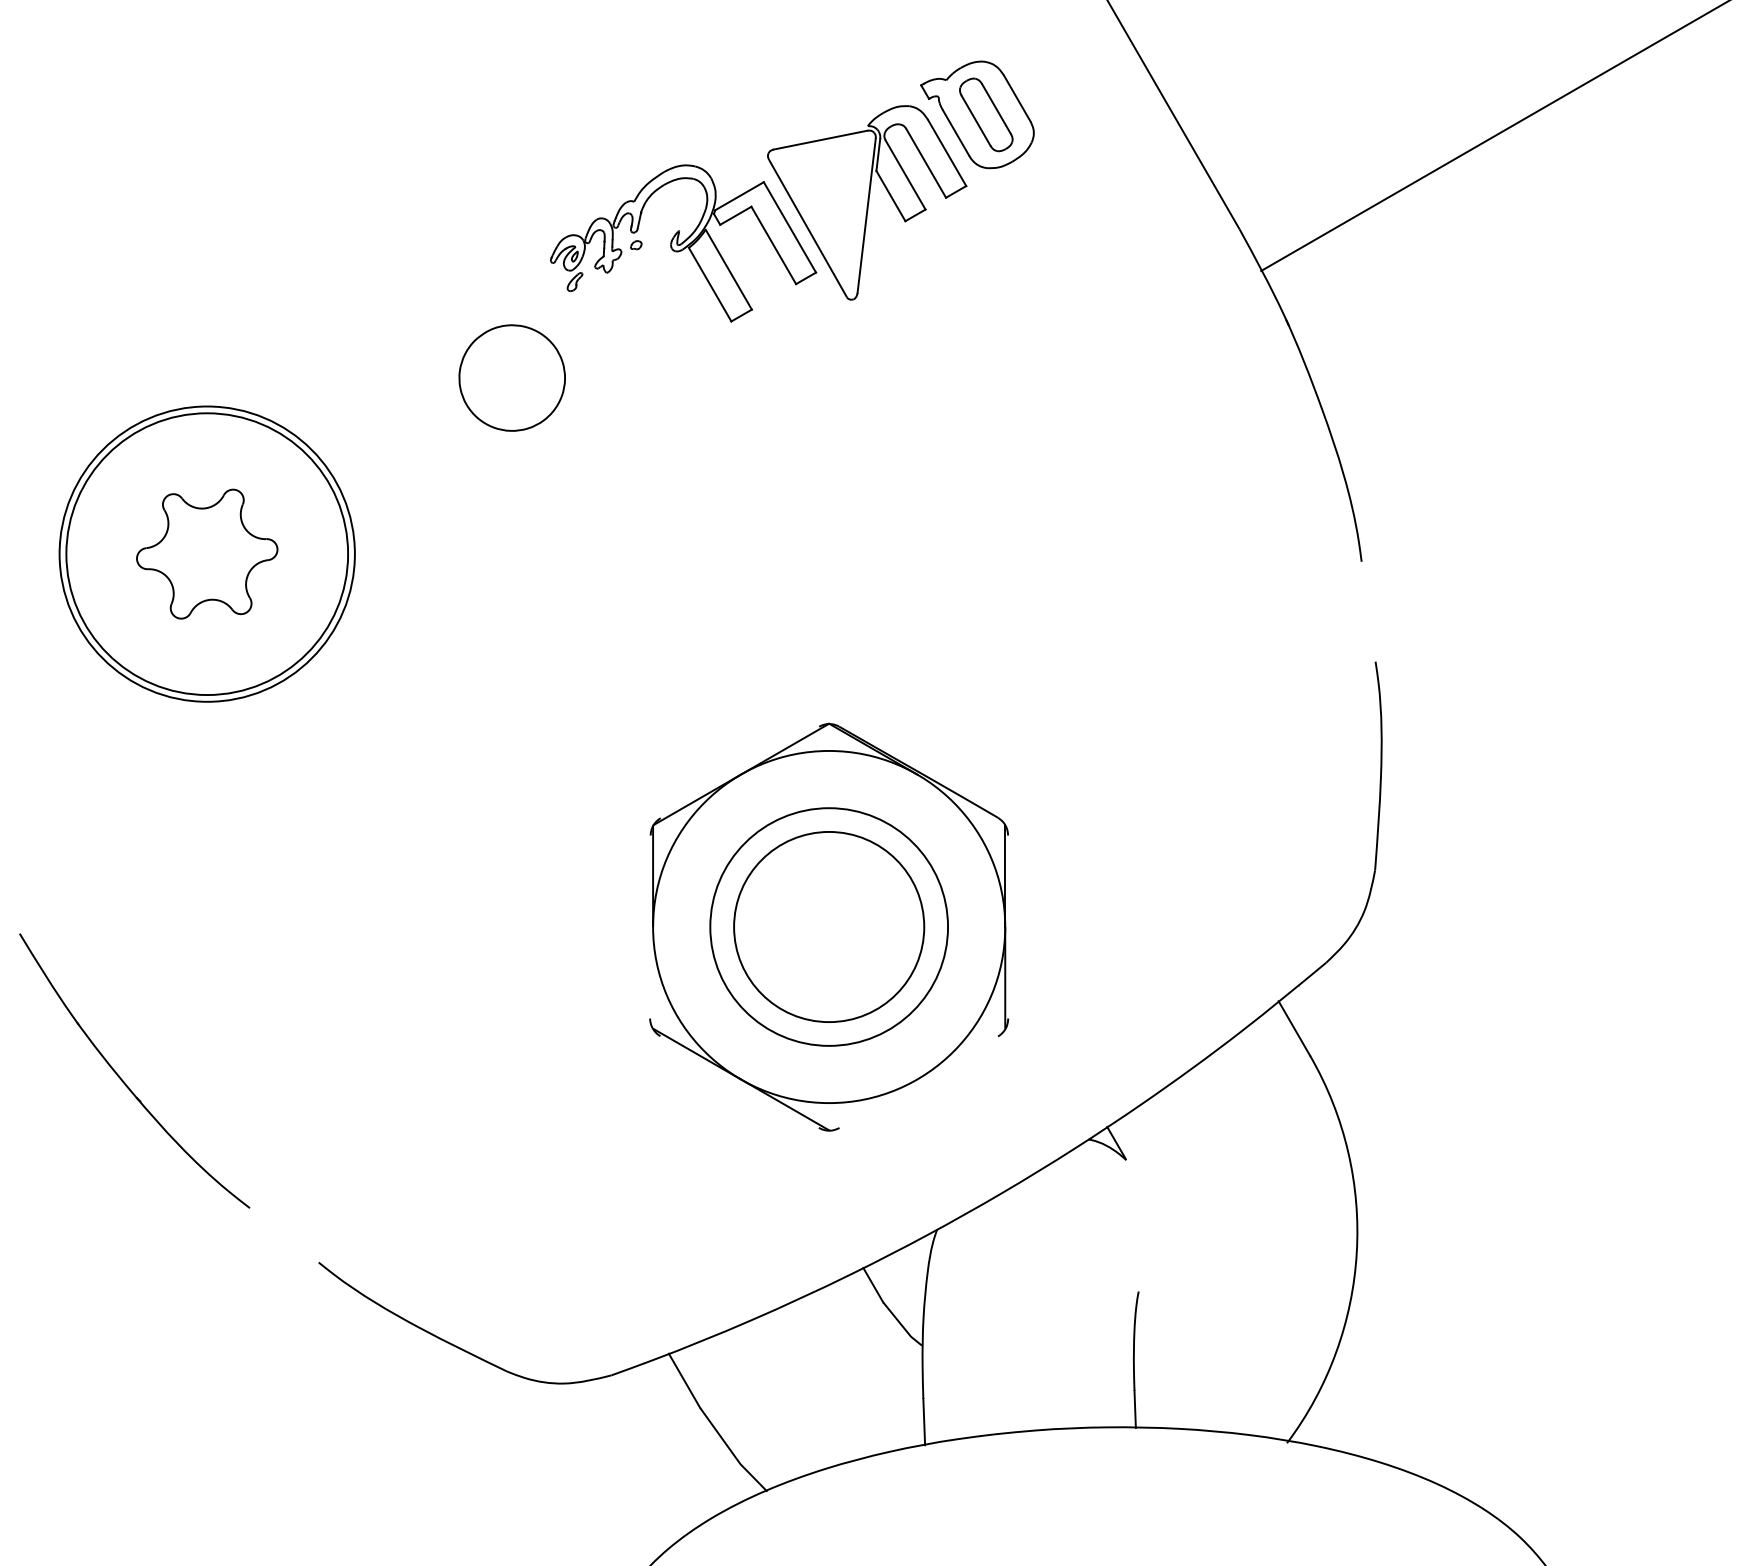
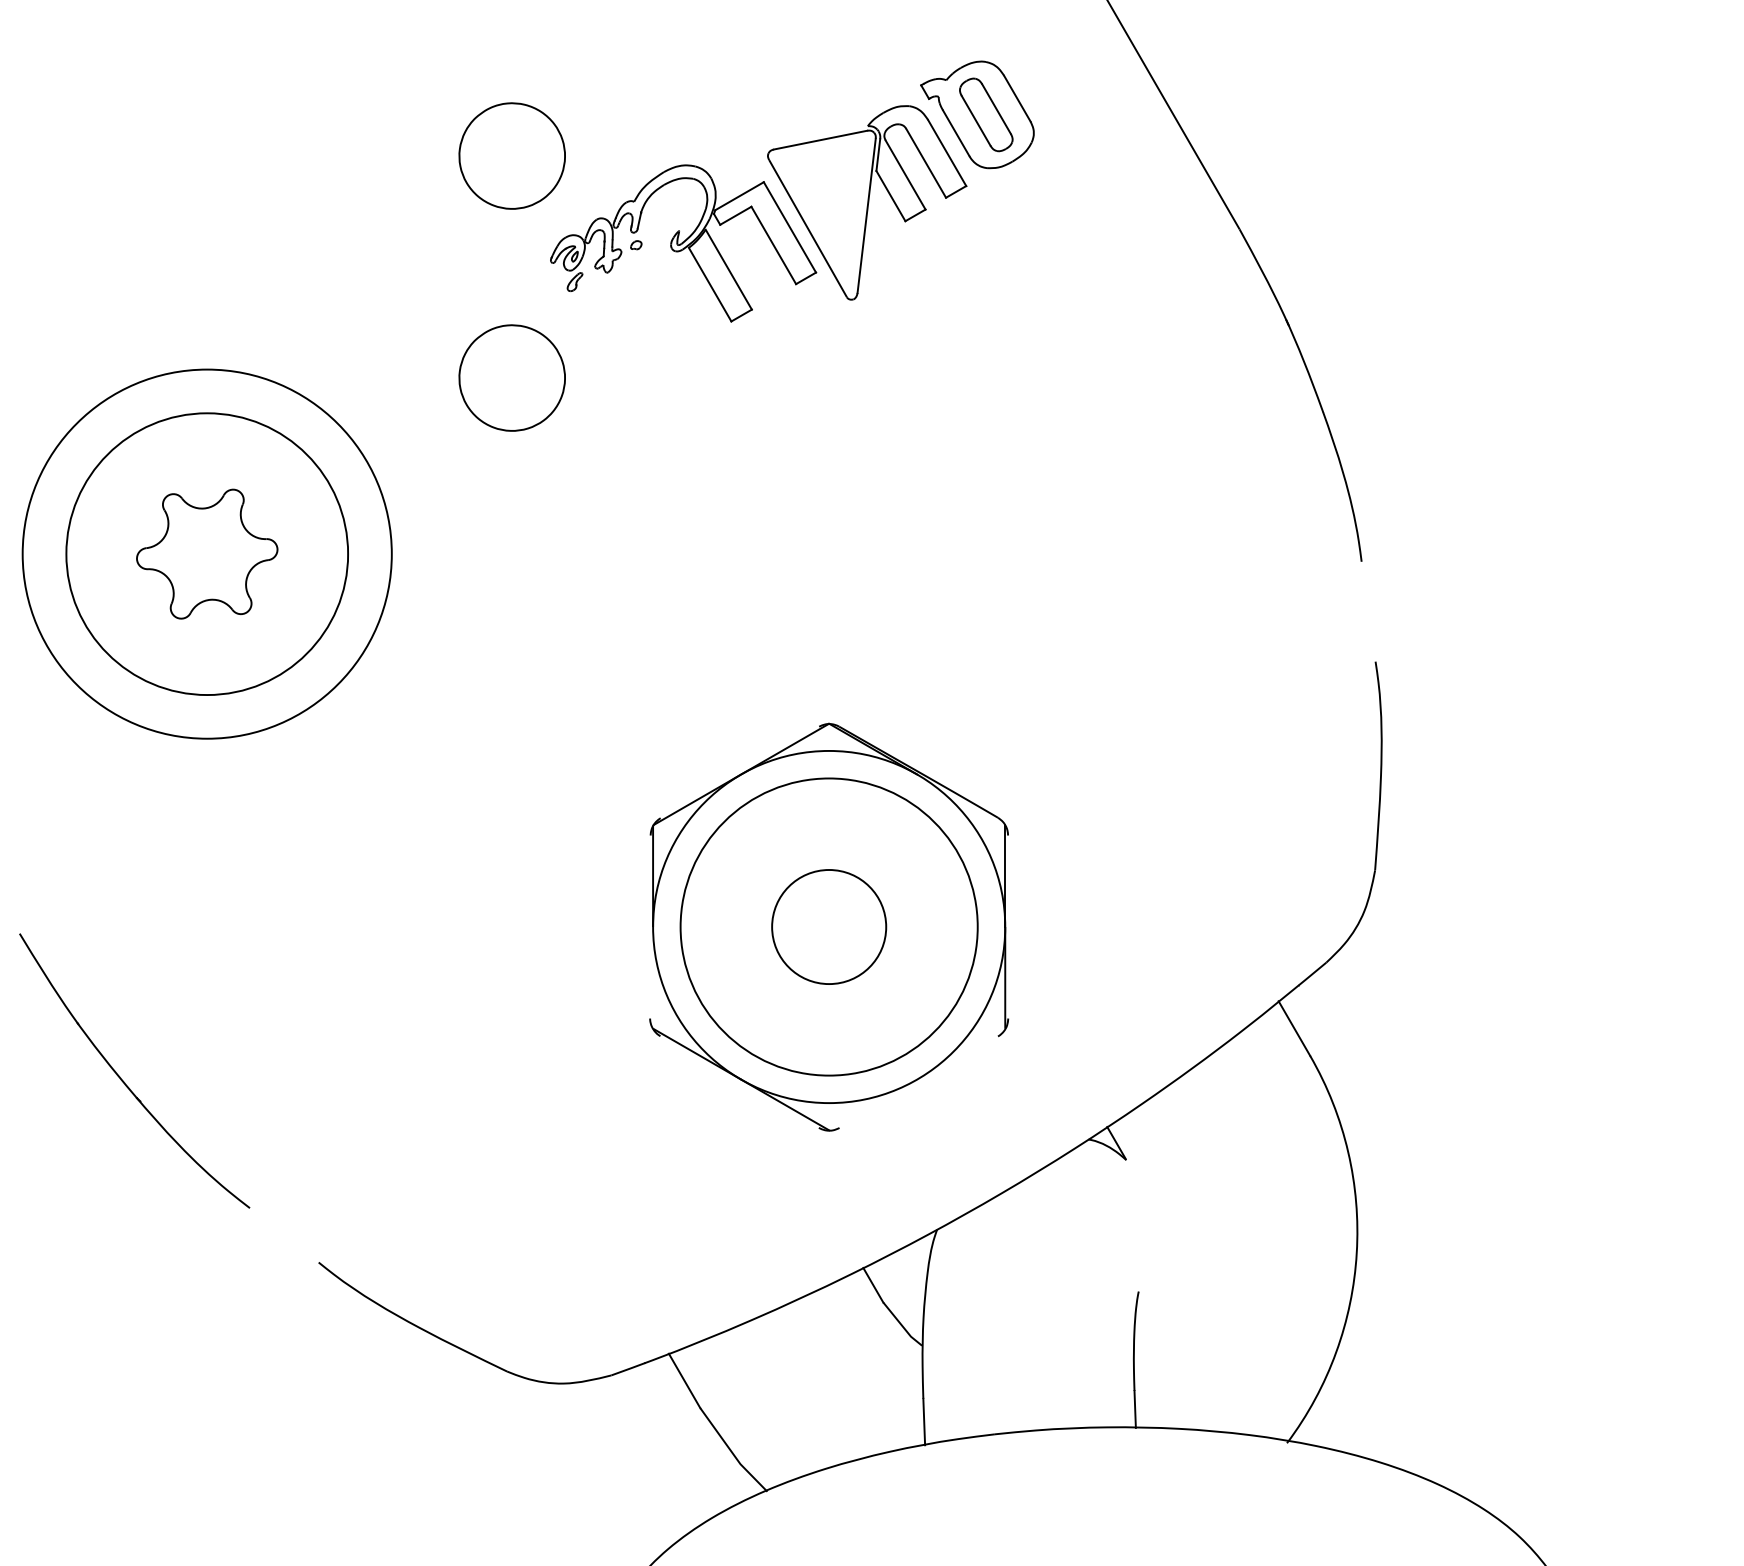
line at (1493, 136): present -> none
part at (511, 155): none -> present
circle at (206, 553) diameter: 295 px -> 369 px
circle at (829, 926) diameter: 190 px -> 114 px
circle at (829, 926) diameter: 238 px -> 297 px
